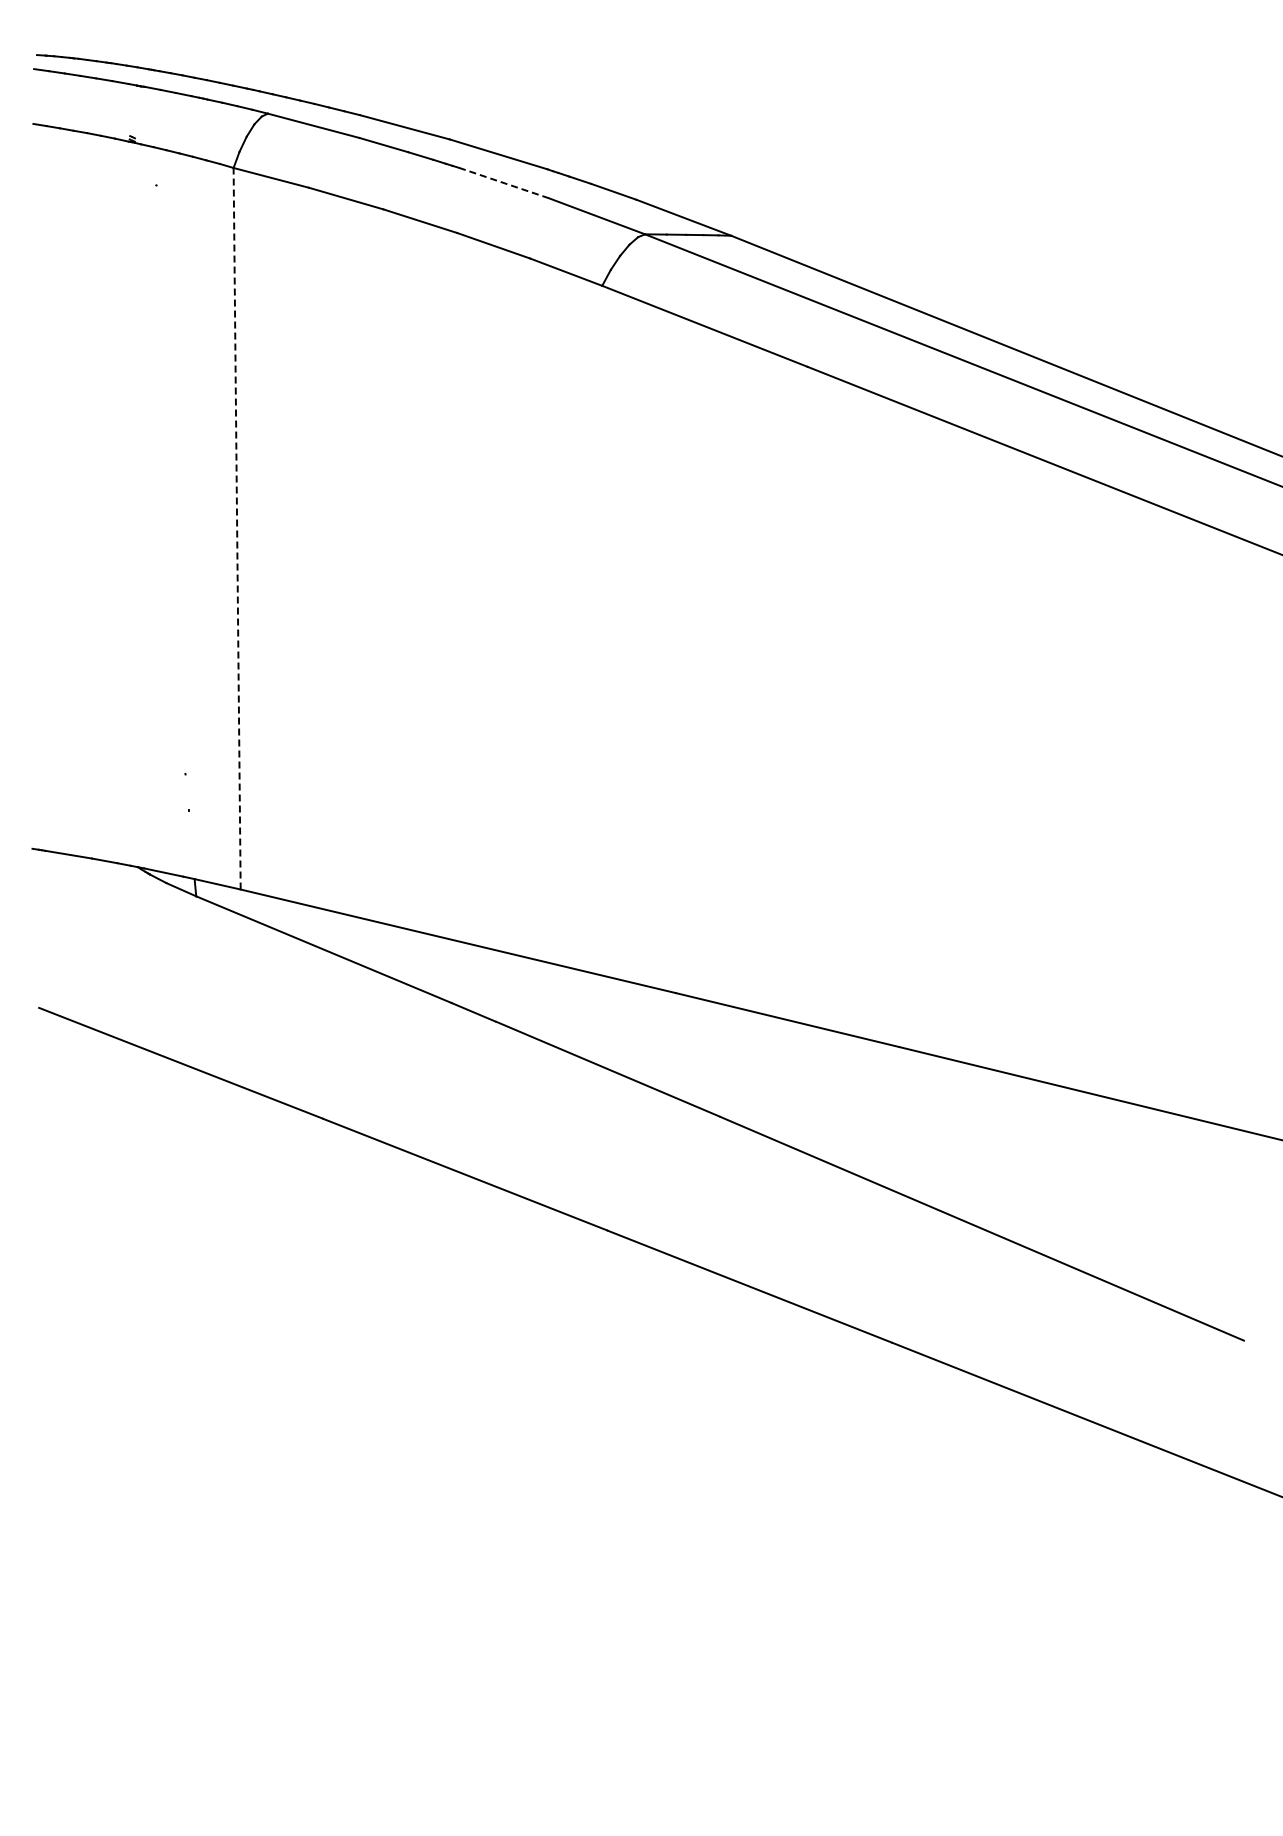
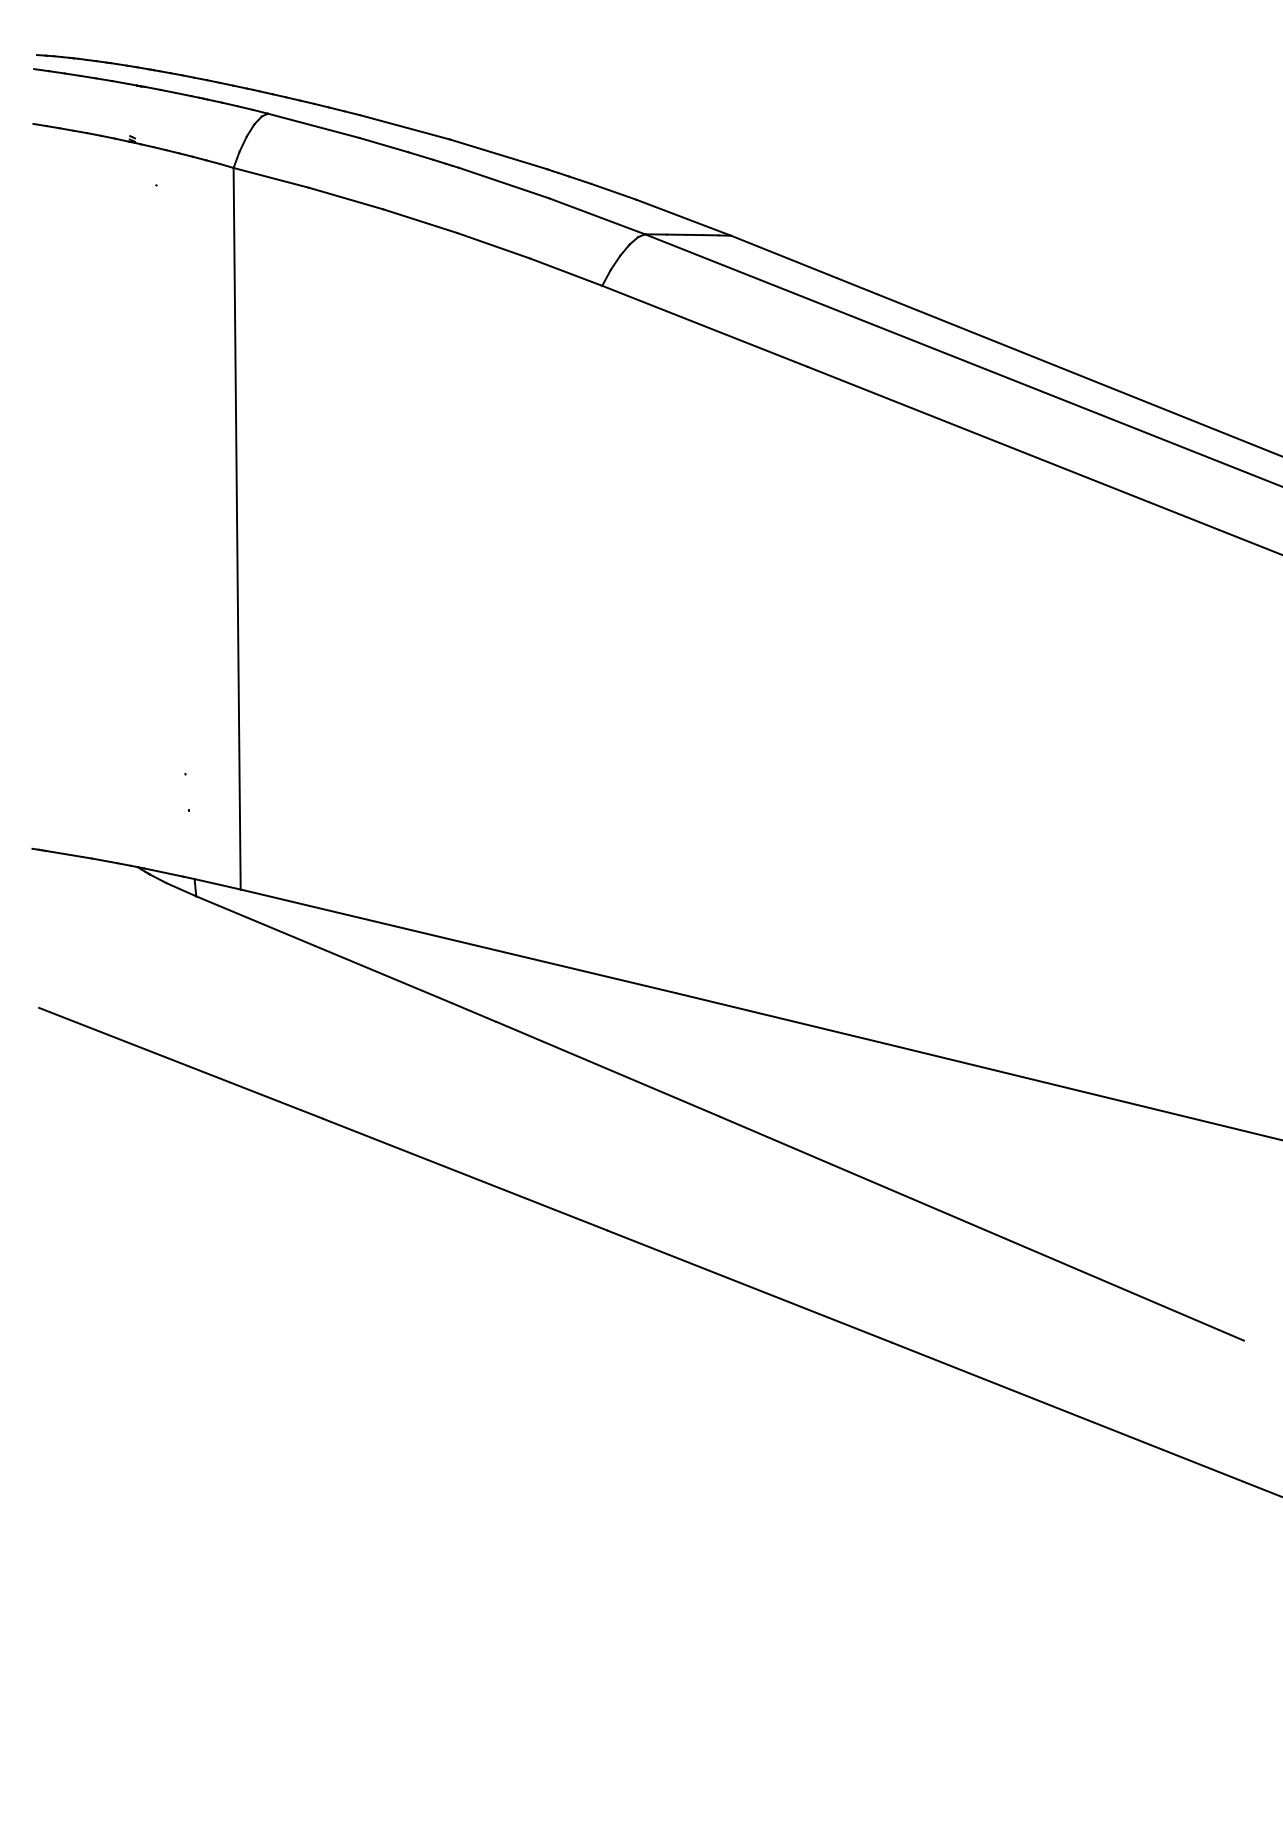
line at (504, 183): dashed -> solid
line at (237, 528): dashed -> solid
